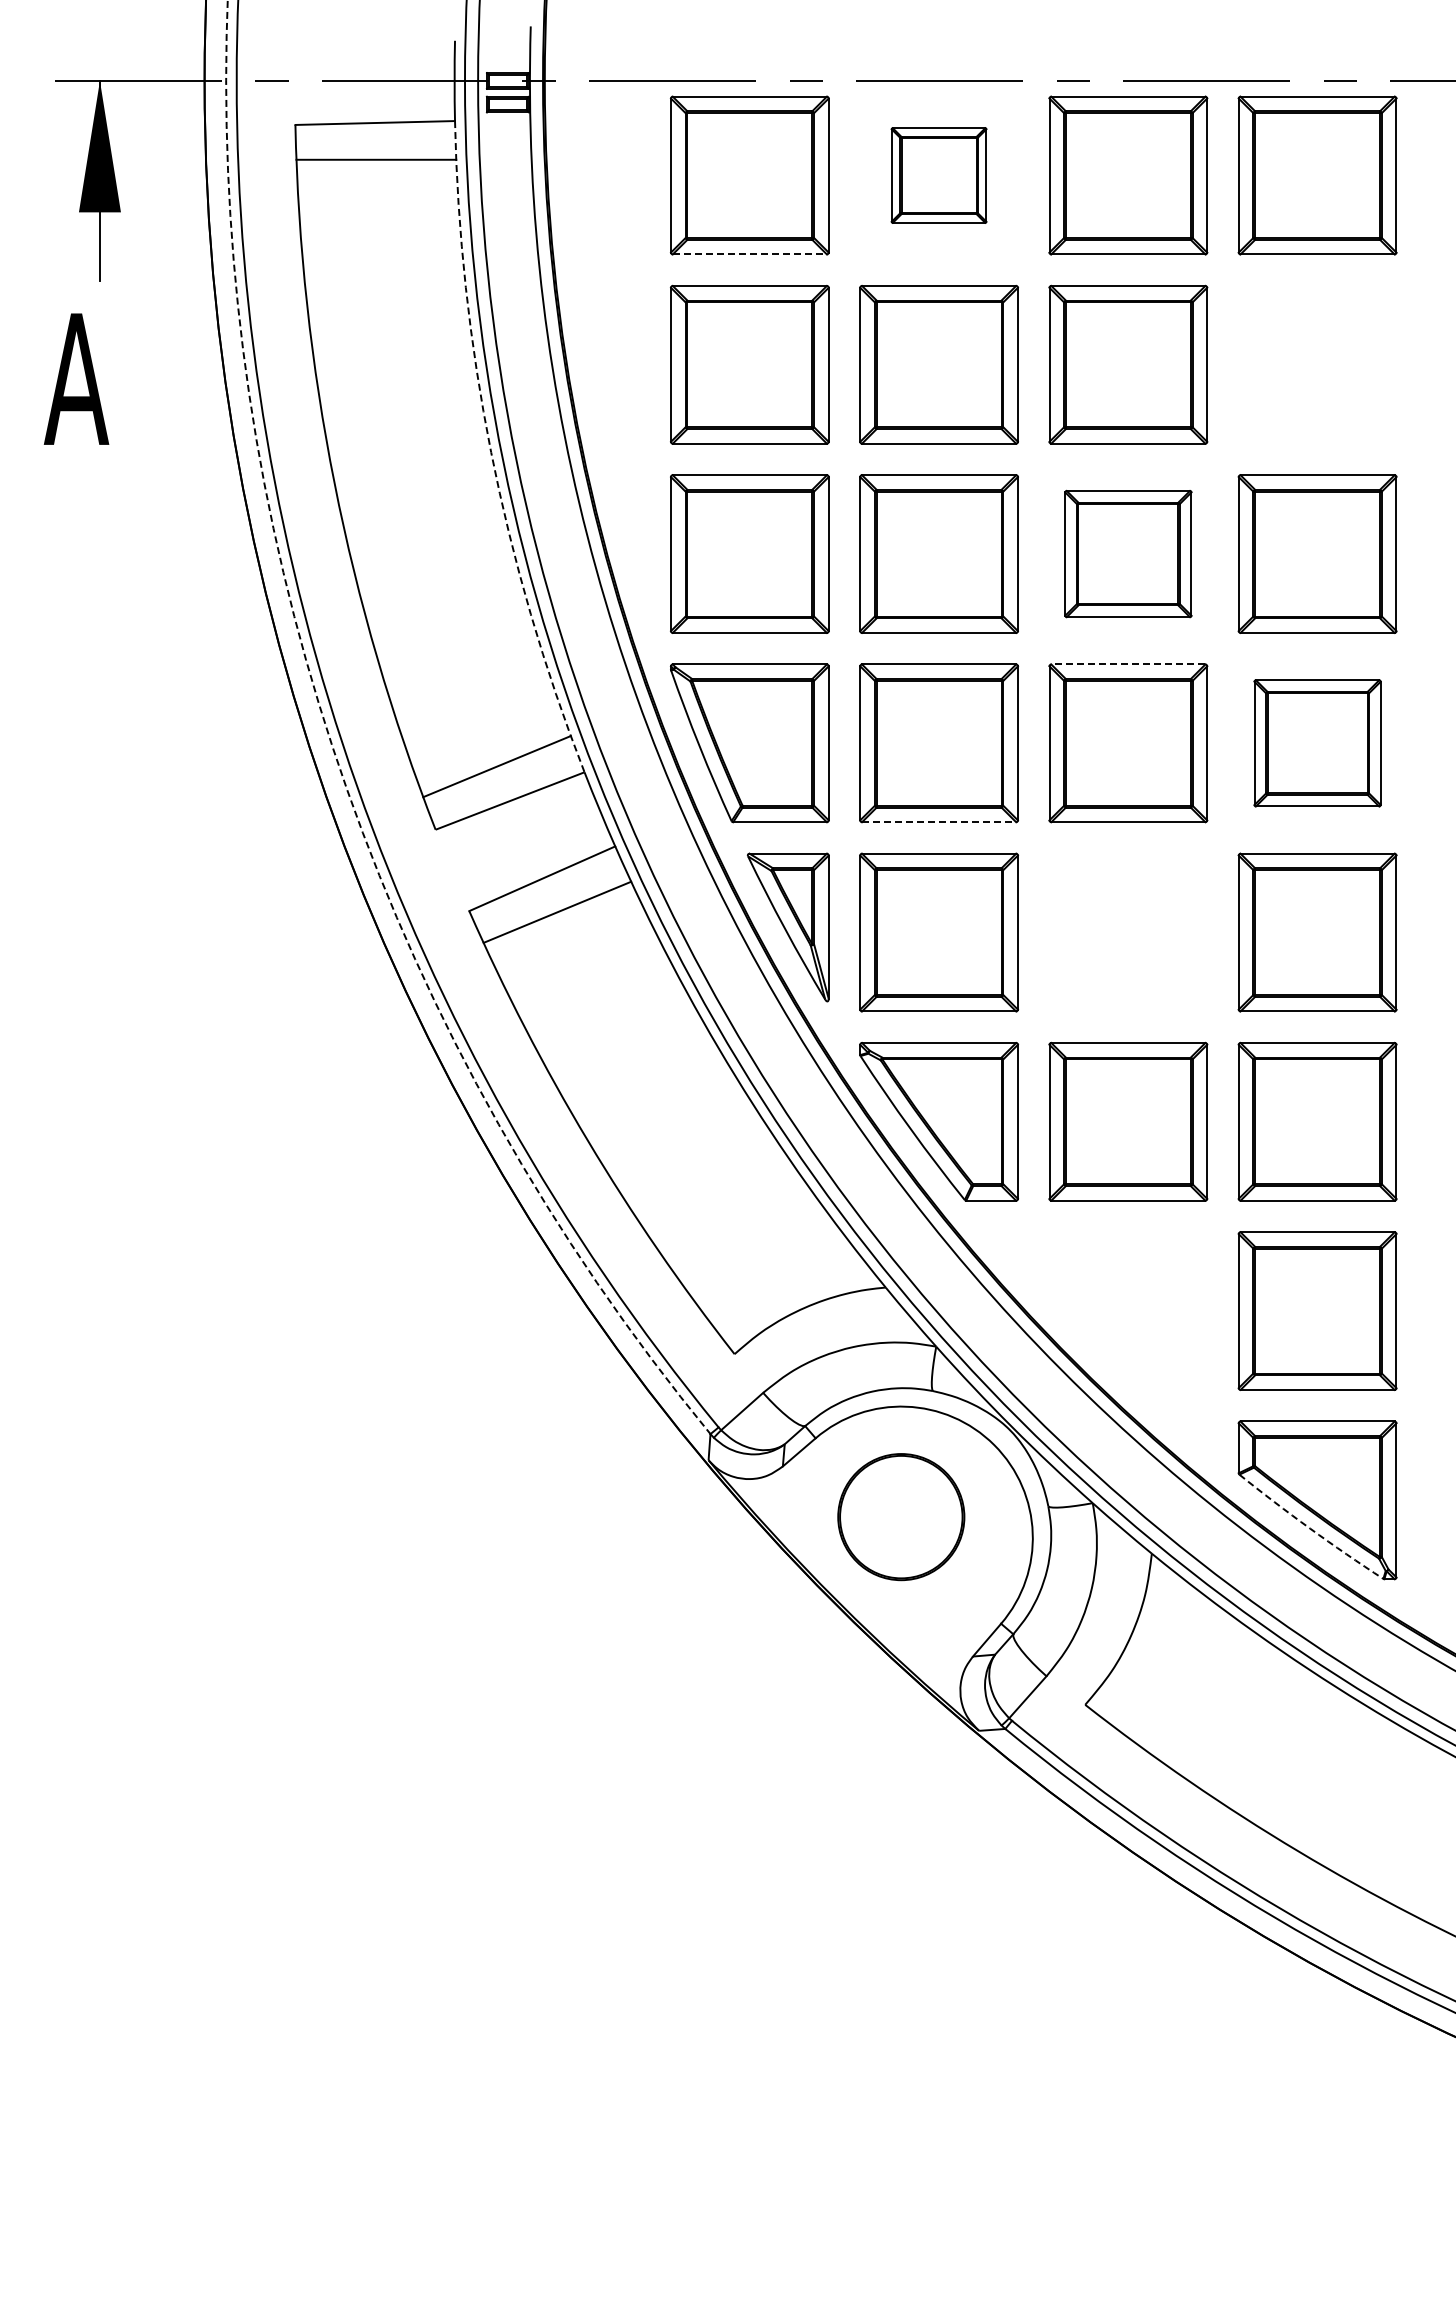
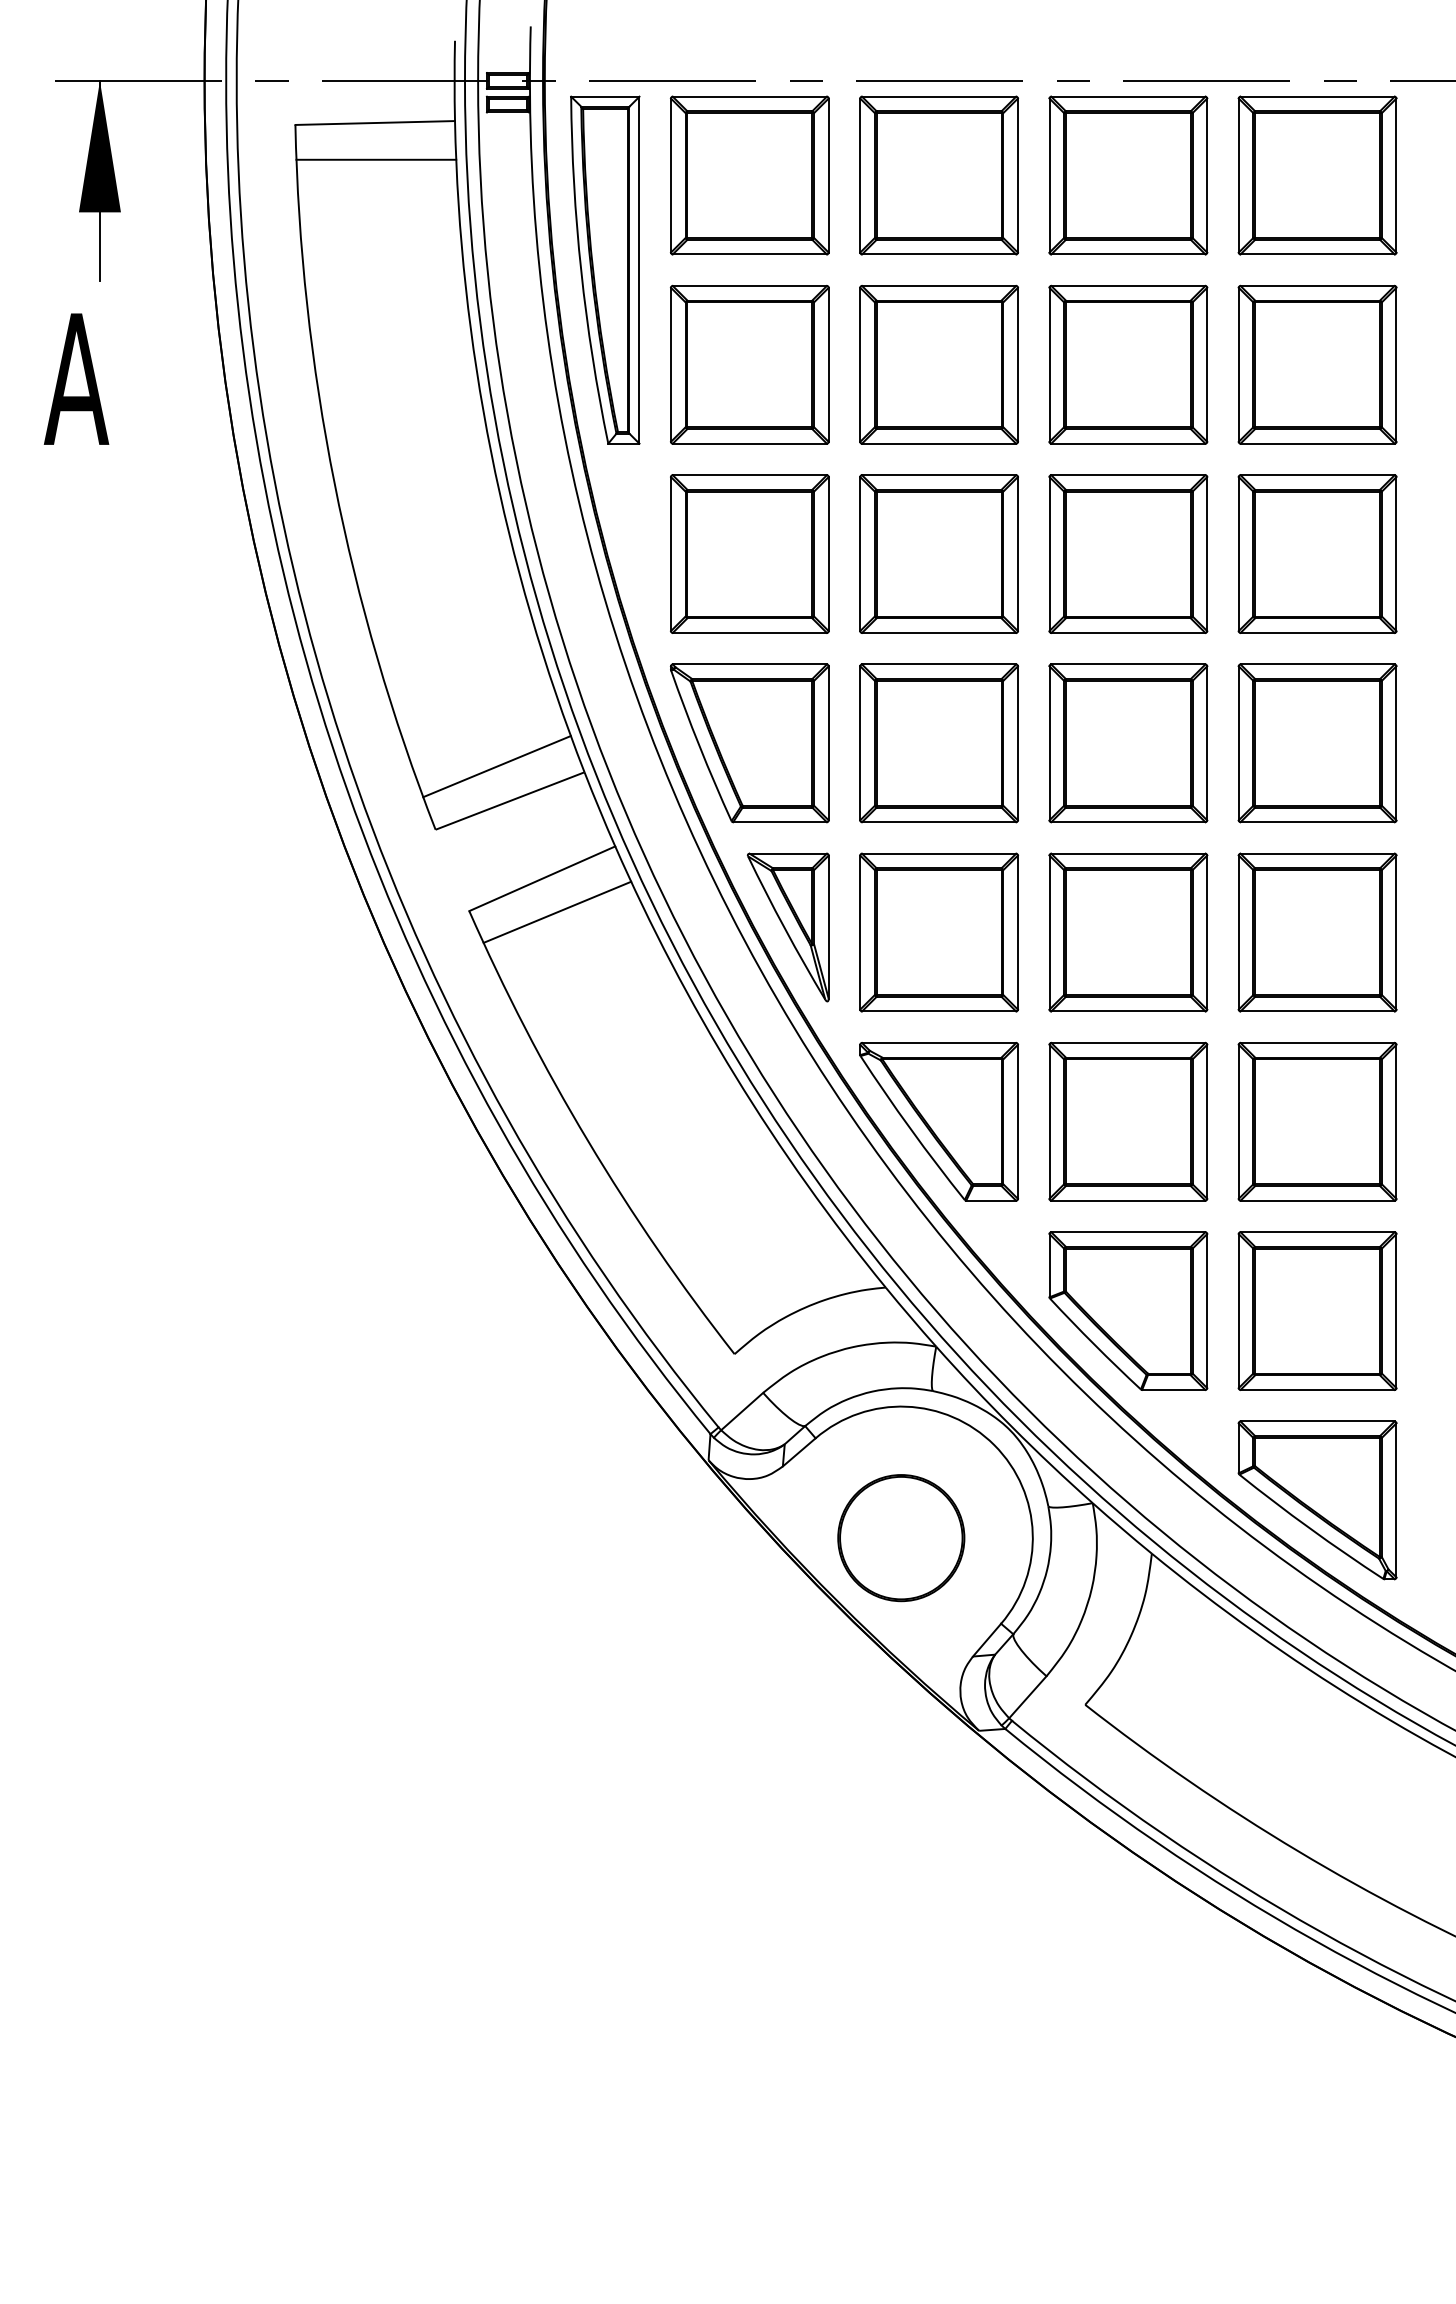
part at (938, 175) size: 98x97 px -> 160x161 px
line at (750, 254): dashed -> solid
part at (605, 269): none -> present
part at (1317, 364): none -> present
arc at (491, 452): dashed -> solid
part at (1128, 553) size: 129x130 px -> 161x160 px
line at (1127, 664): dashed -> solid
part at (1317, 743) size: 129x129 px -> 161x161 px
arc at (337, 760): dashed -> solid
line at (939, 822): dashed -> solid
part at (1128, 932): none -> present
part at (1128, 1310): none -> present
part at (901, 1517) position: (901, 1517) -> (901, 1538)
arc at (1310, 1528): dashed -> solid
